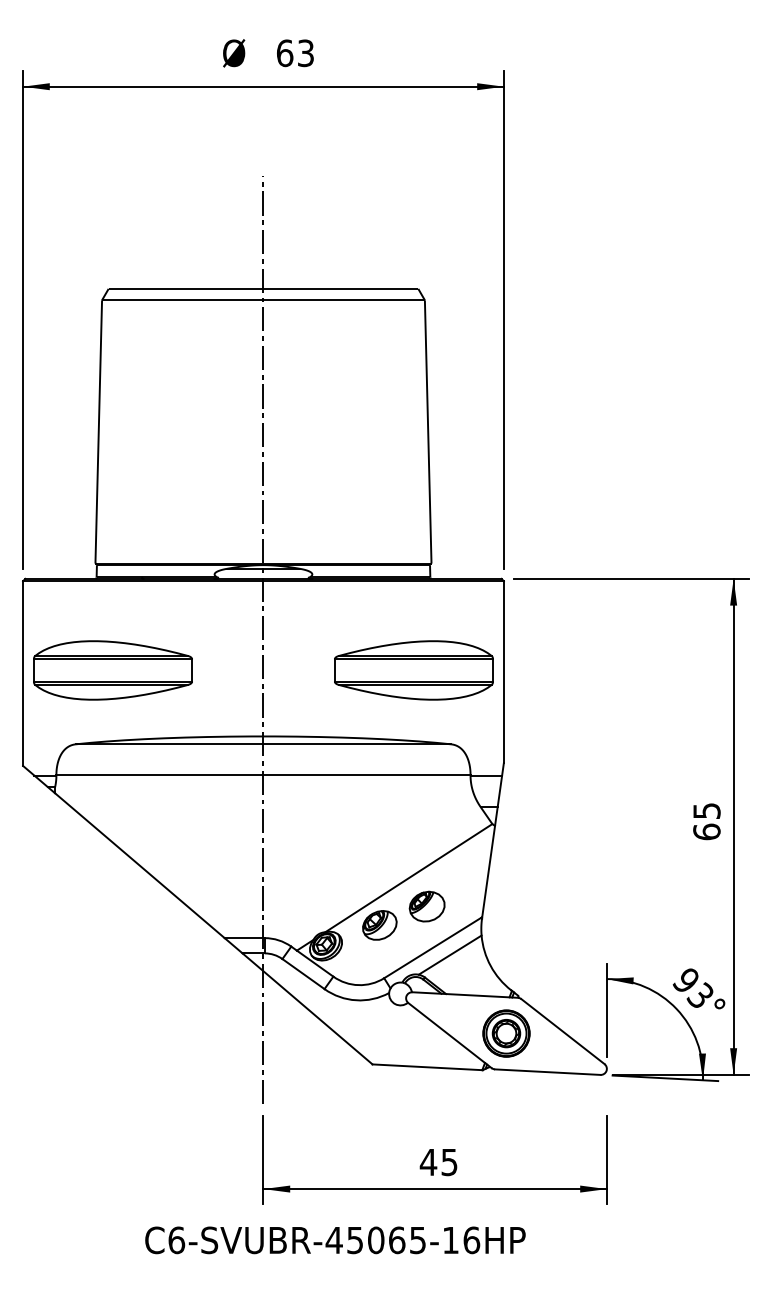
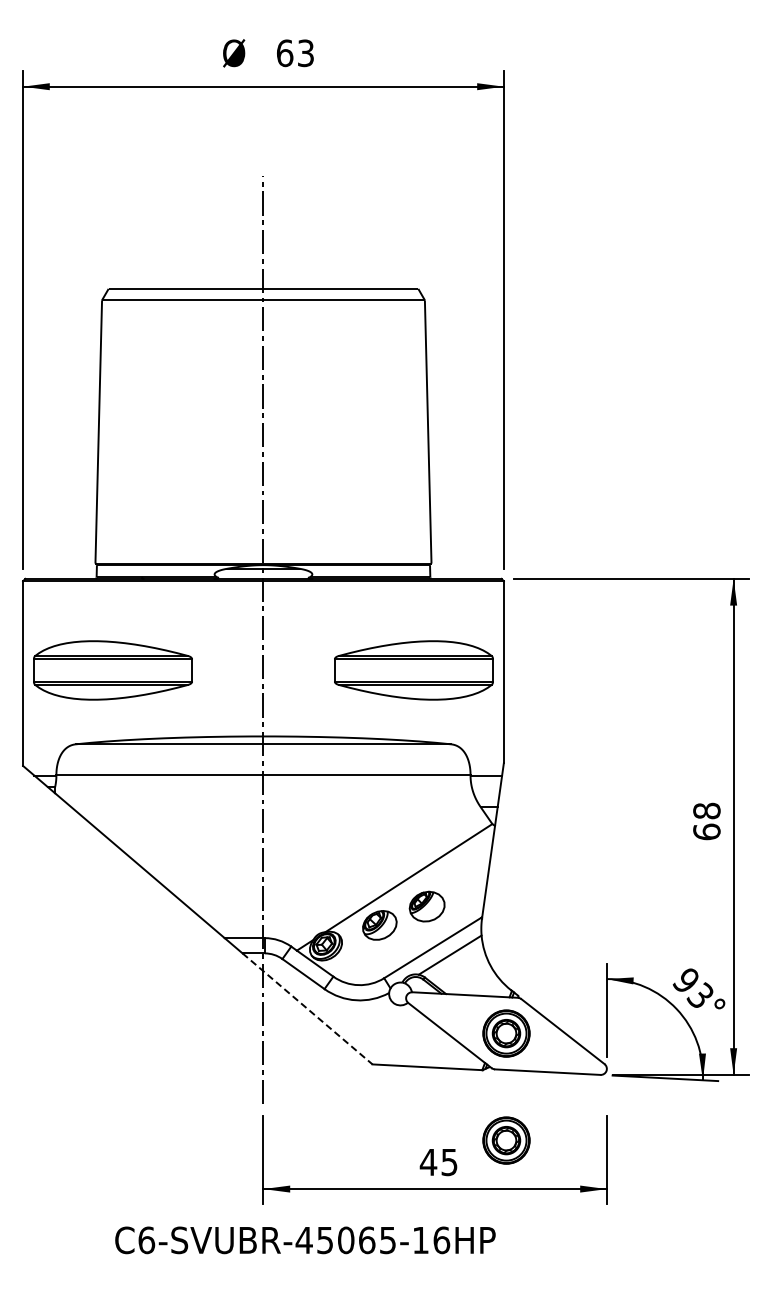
text at (706, 810): 65 -> 68
line at (307, 1009): solid -> dashed
part at (506, 1140): none -> present
text at (335, 1240) position: (335, 1240) -> (305, 1240)
